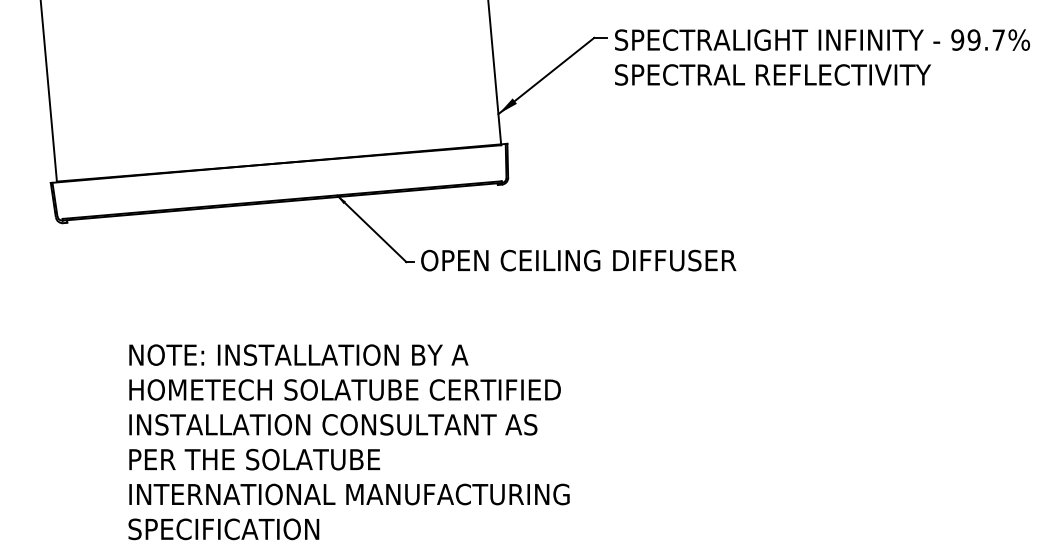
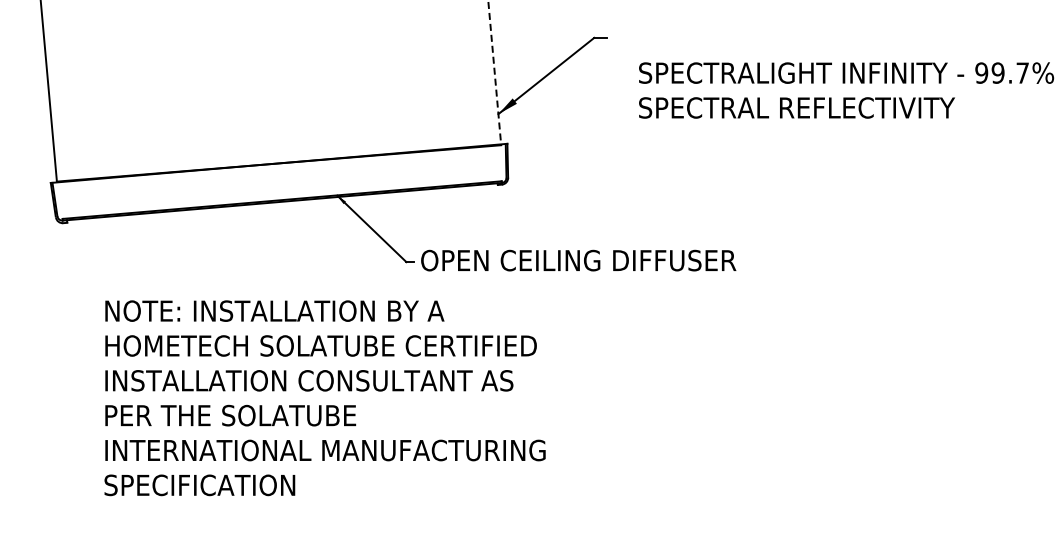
text at (822, 57) position: (822, 57) -> (846, 90)
line at (494, 73): solid -> dashed
text at (348, 442) position: (348, 442) -> (324, 398)
